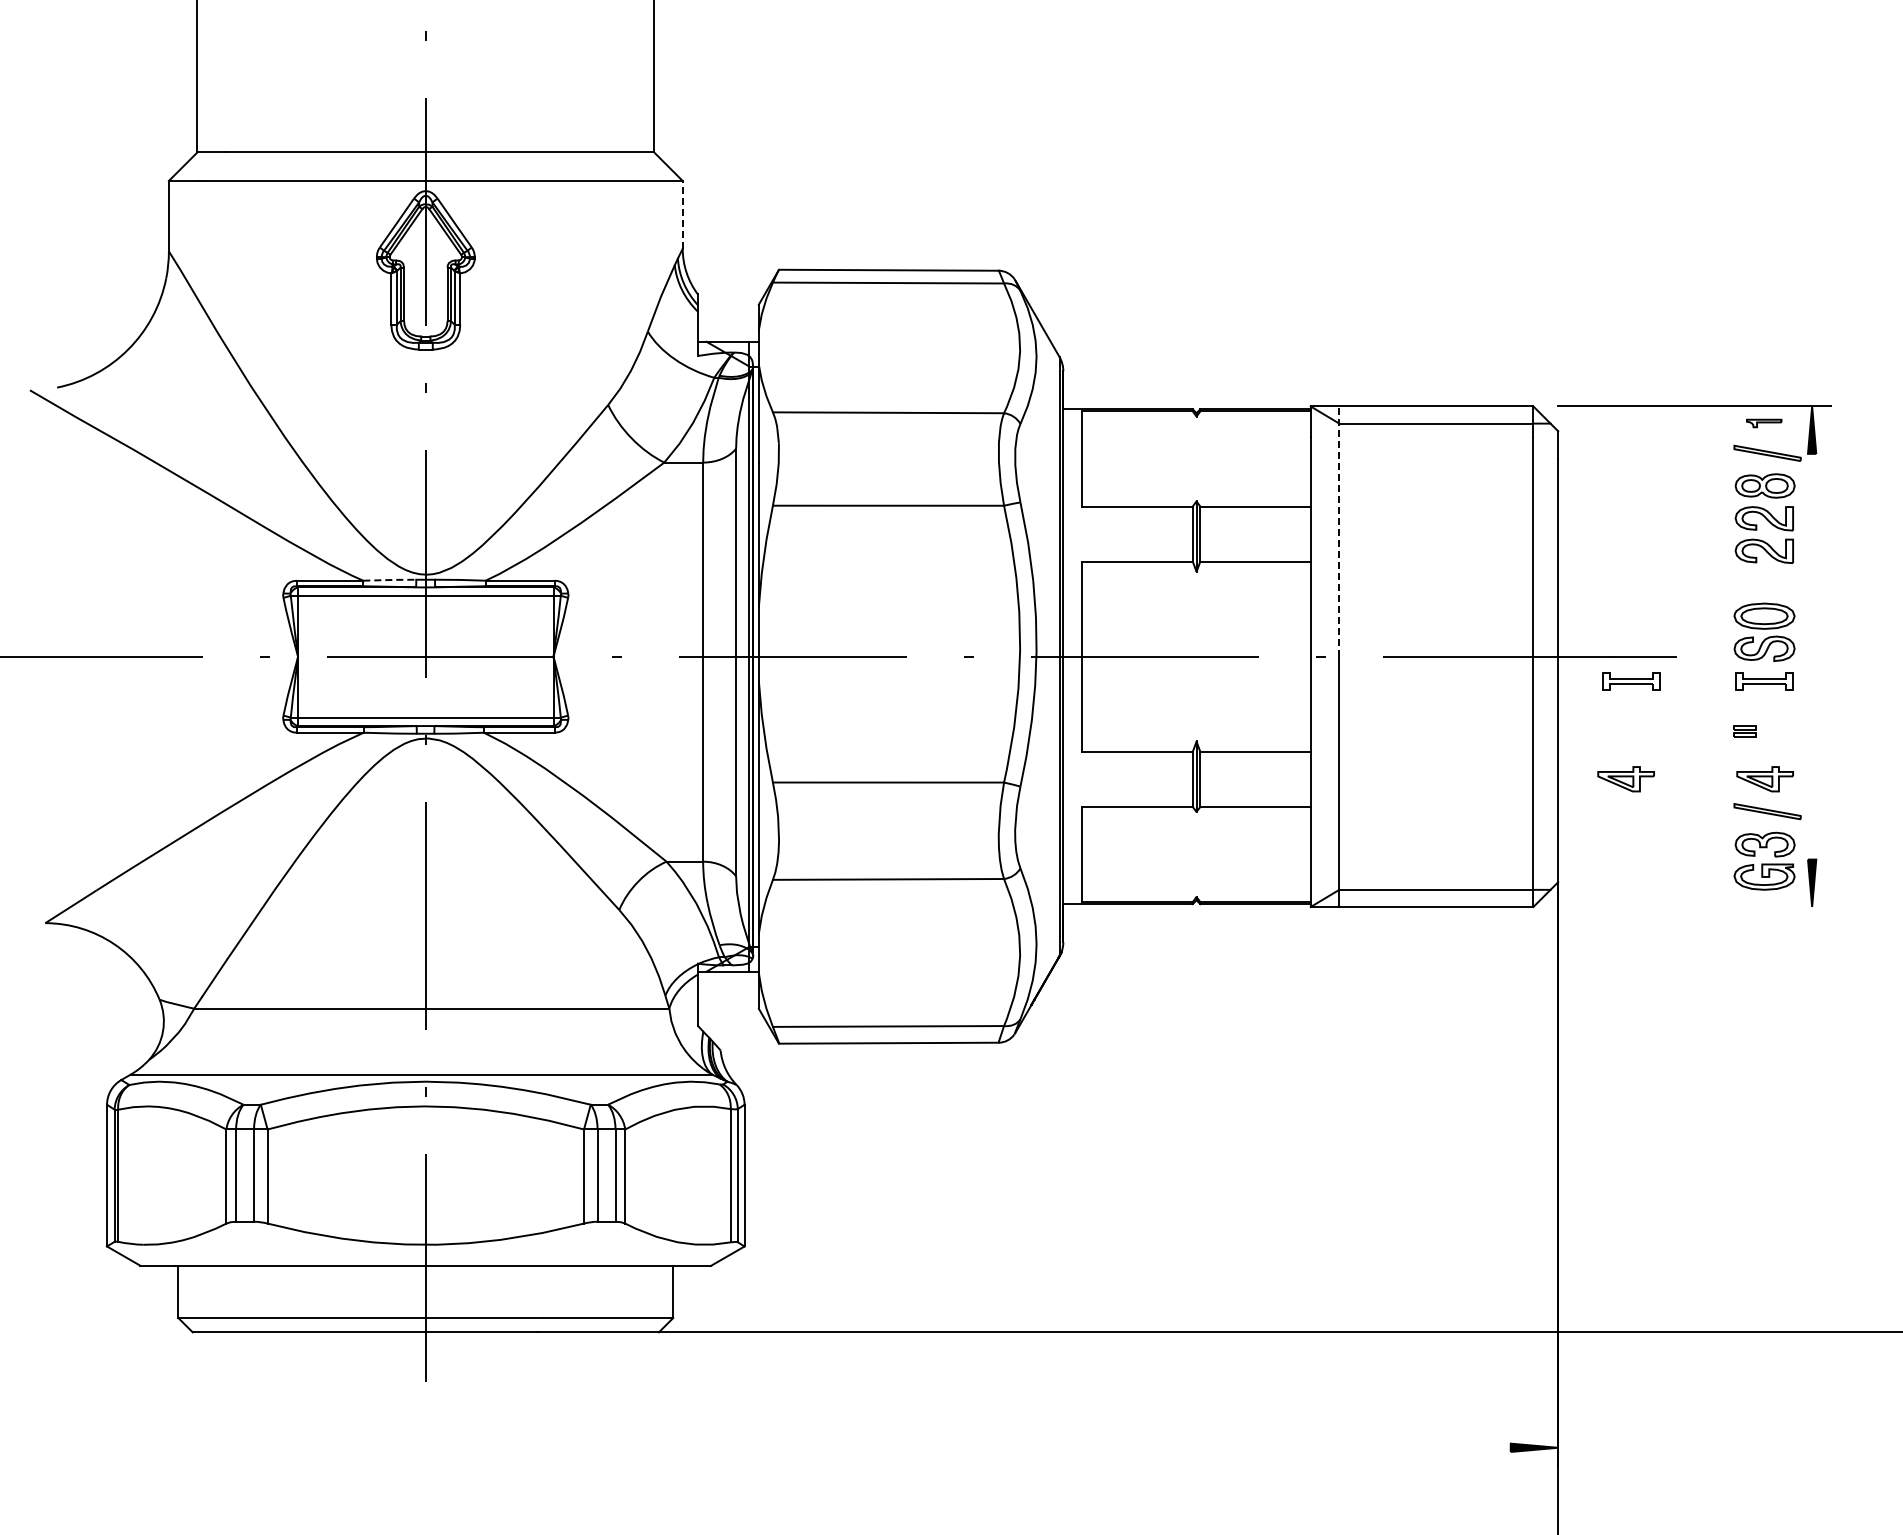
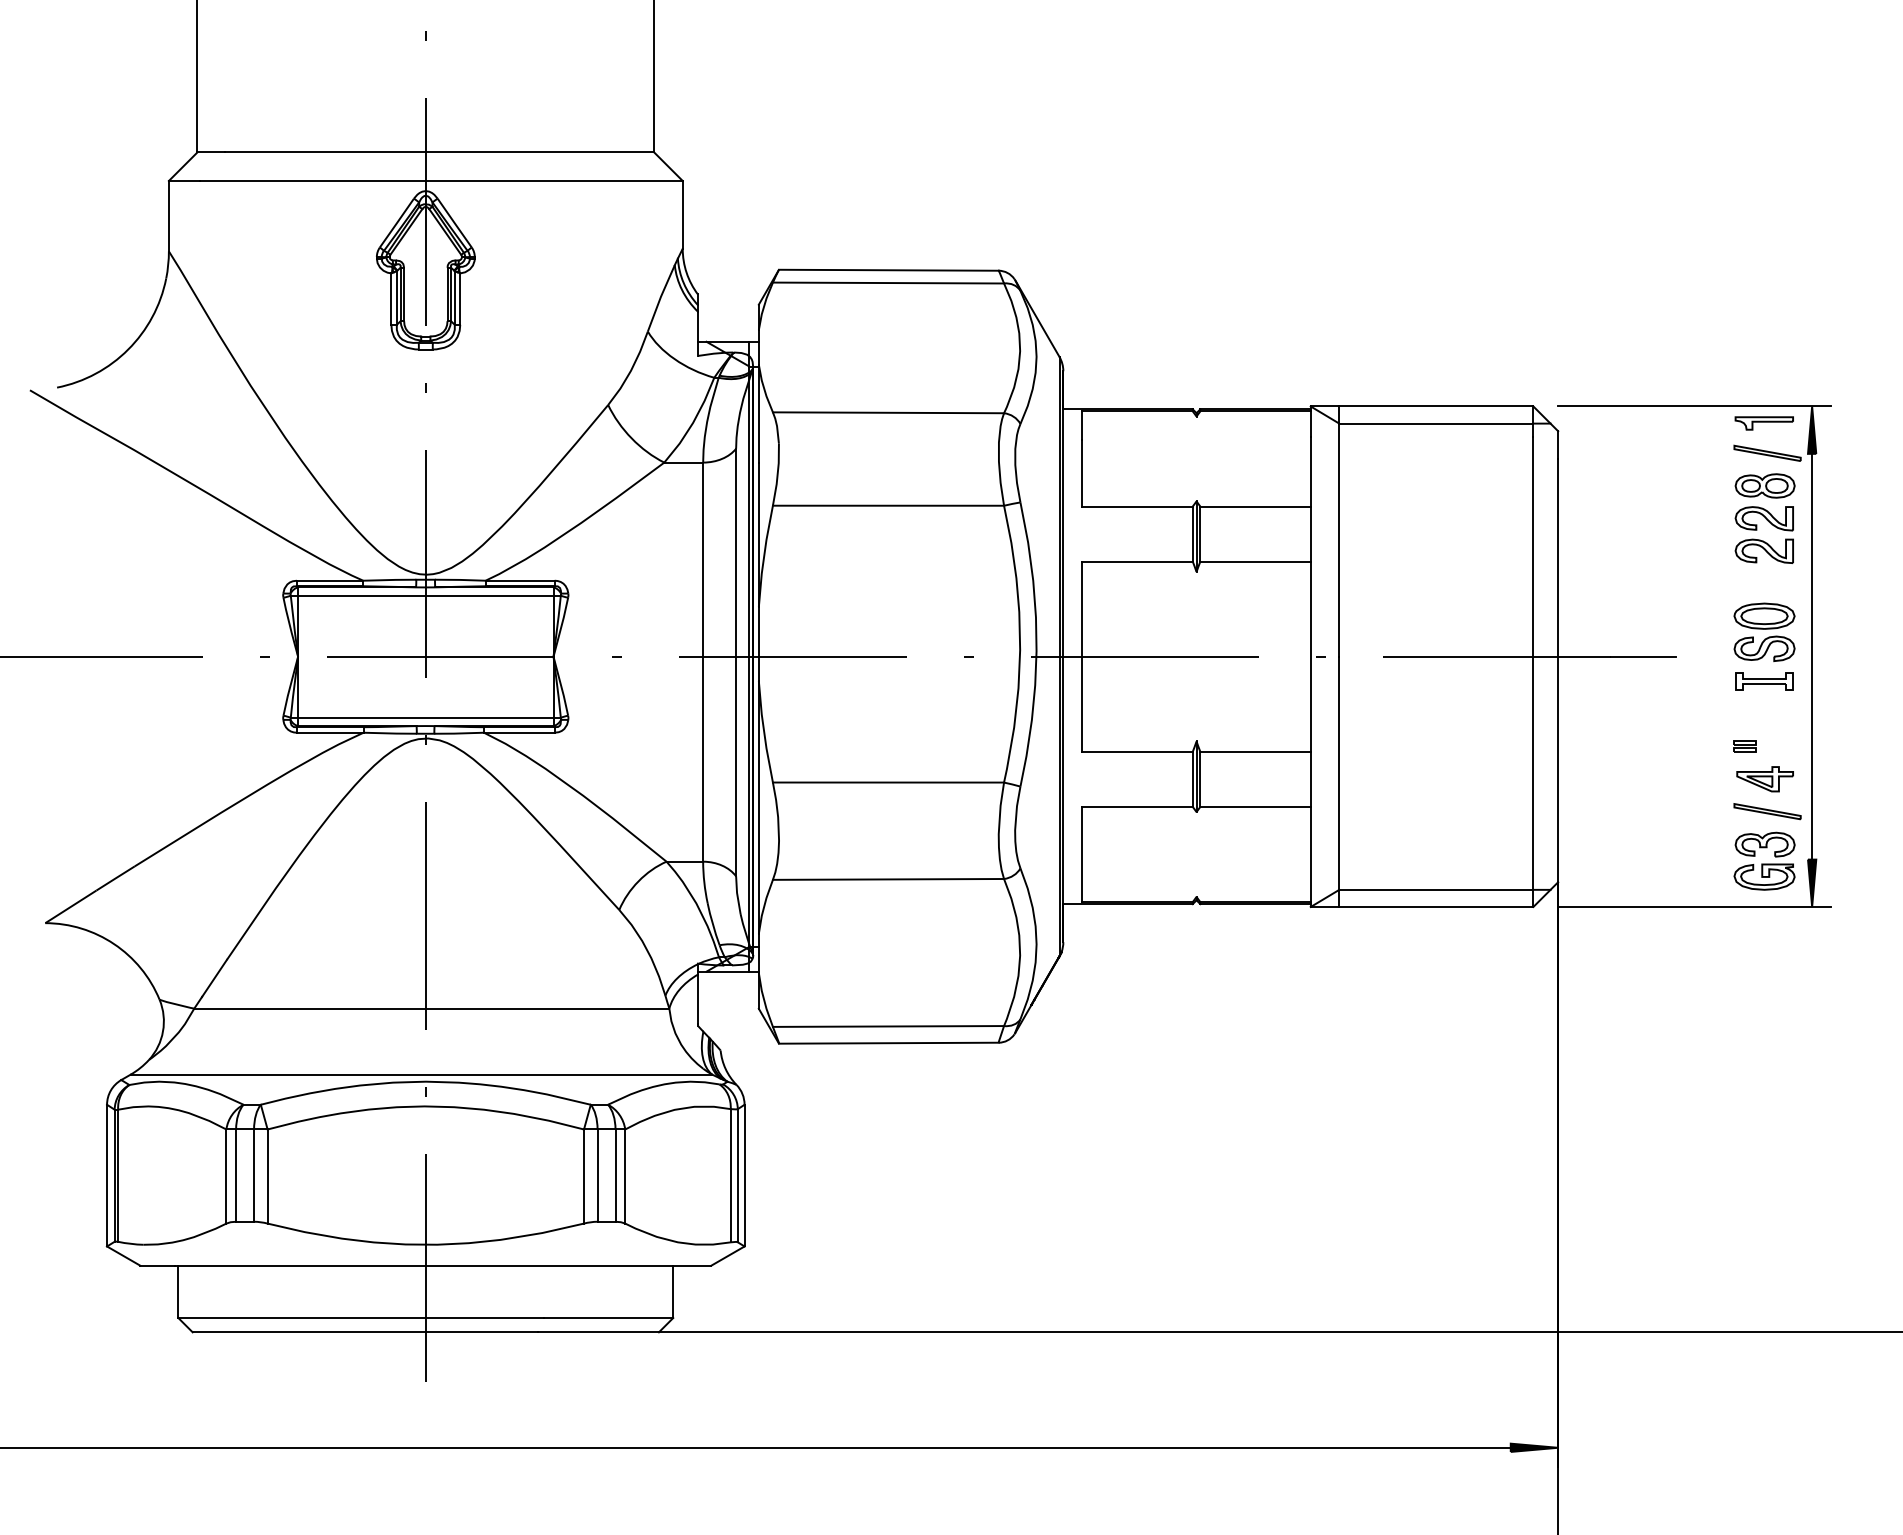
line at (682, 214): dashed -> solid
part at (1764, 423) size: 37x11 px -> 60x15 px
line at (1339, 531): dashed -> solid
line at (390, 580): dashed -> solid
line at (1812, 656): none -> present
part at (1631, 681): present -> none
part at (1744, 731) position: (1744, 731) -> (1744, 746)
part at (1625, 779): present -> none
line at (1694, 906): none -> present
line at (756, 1447): none -> present
